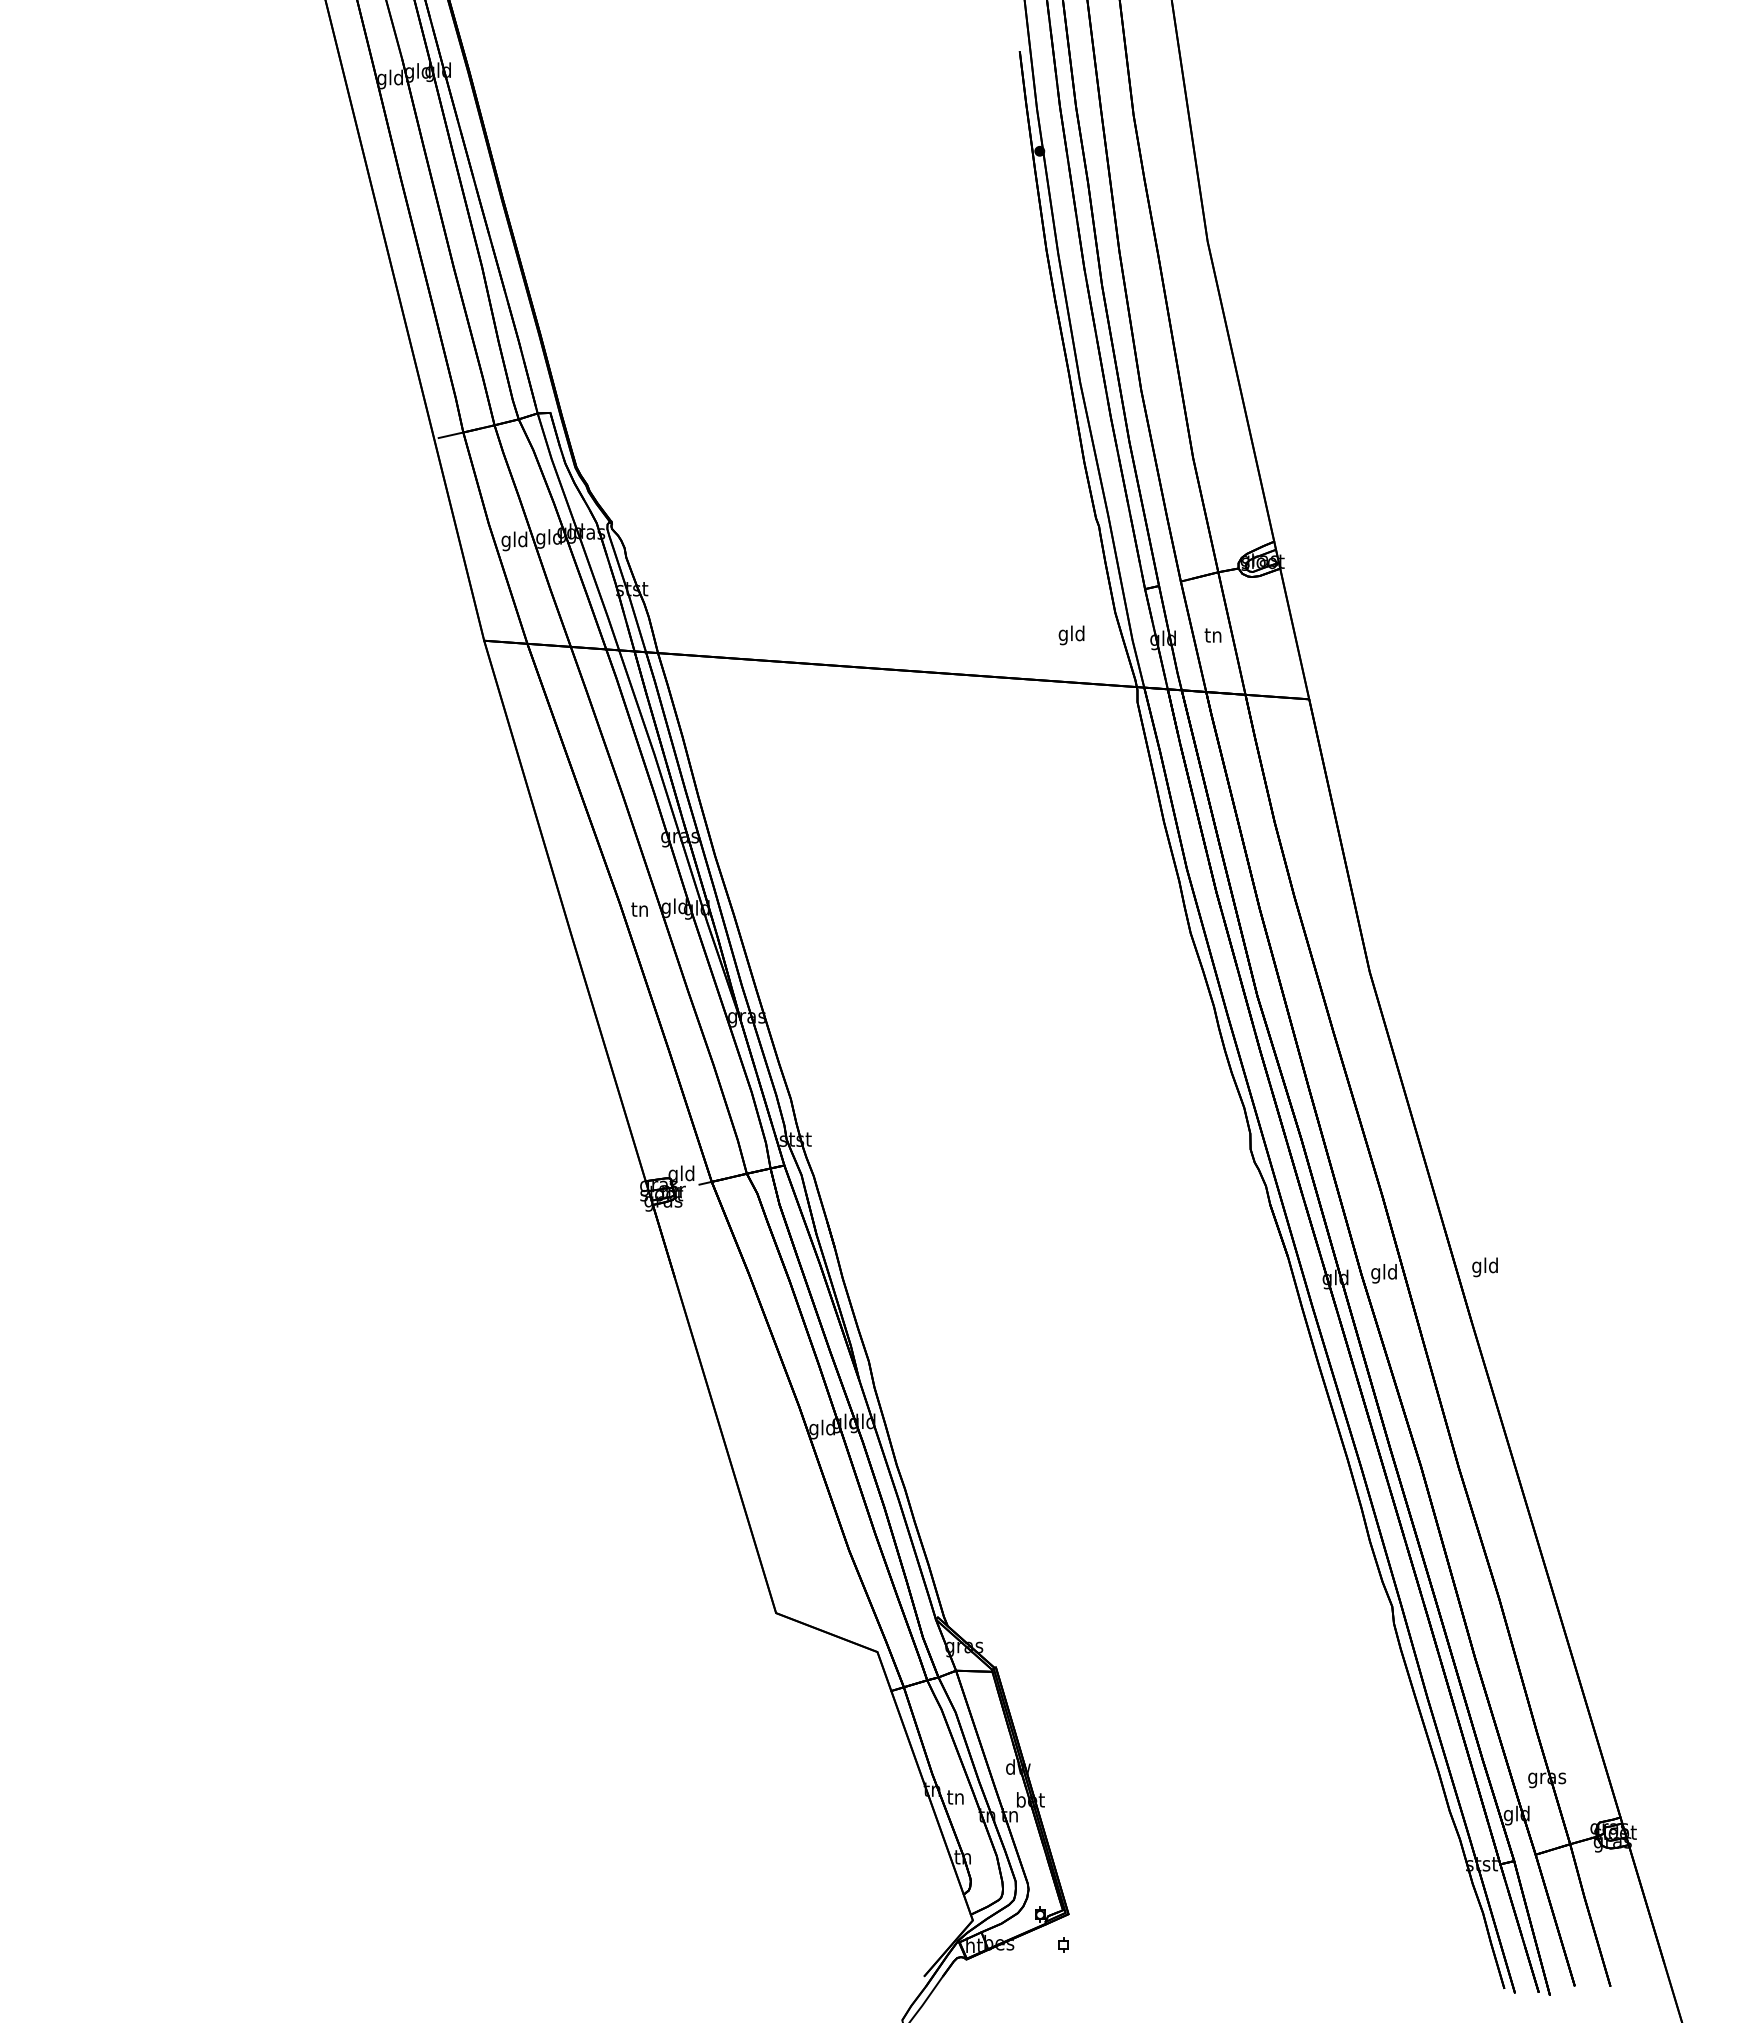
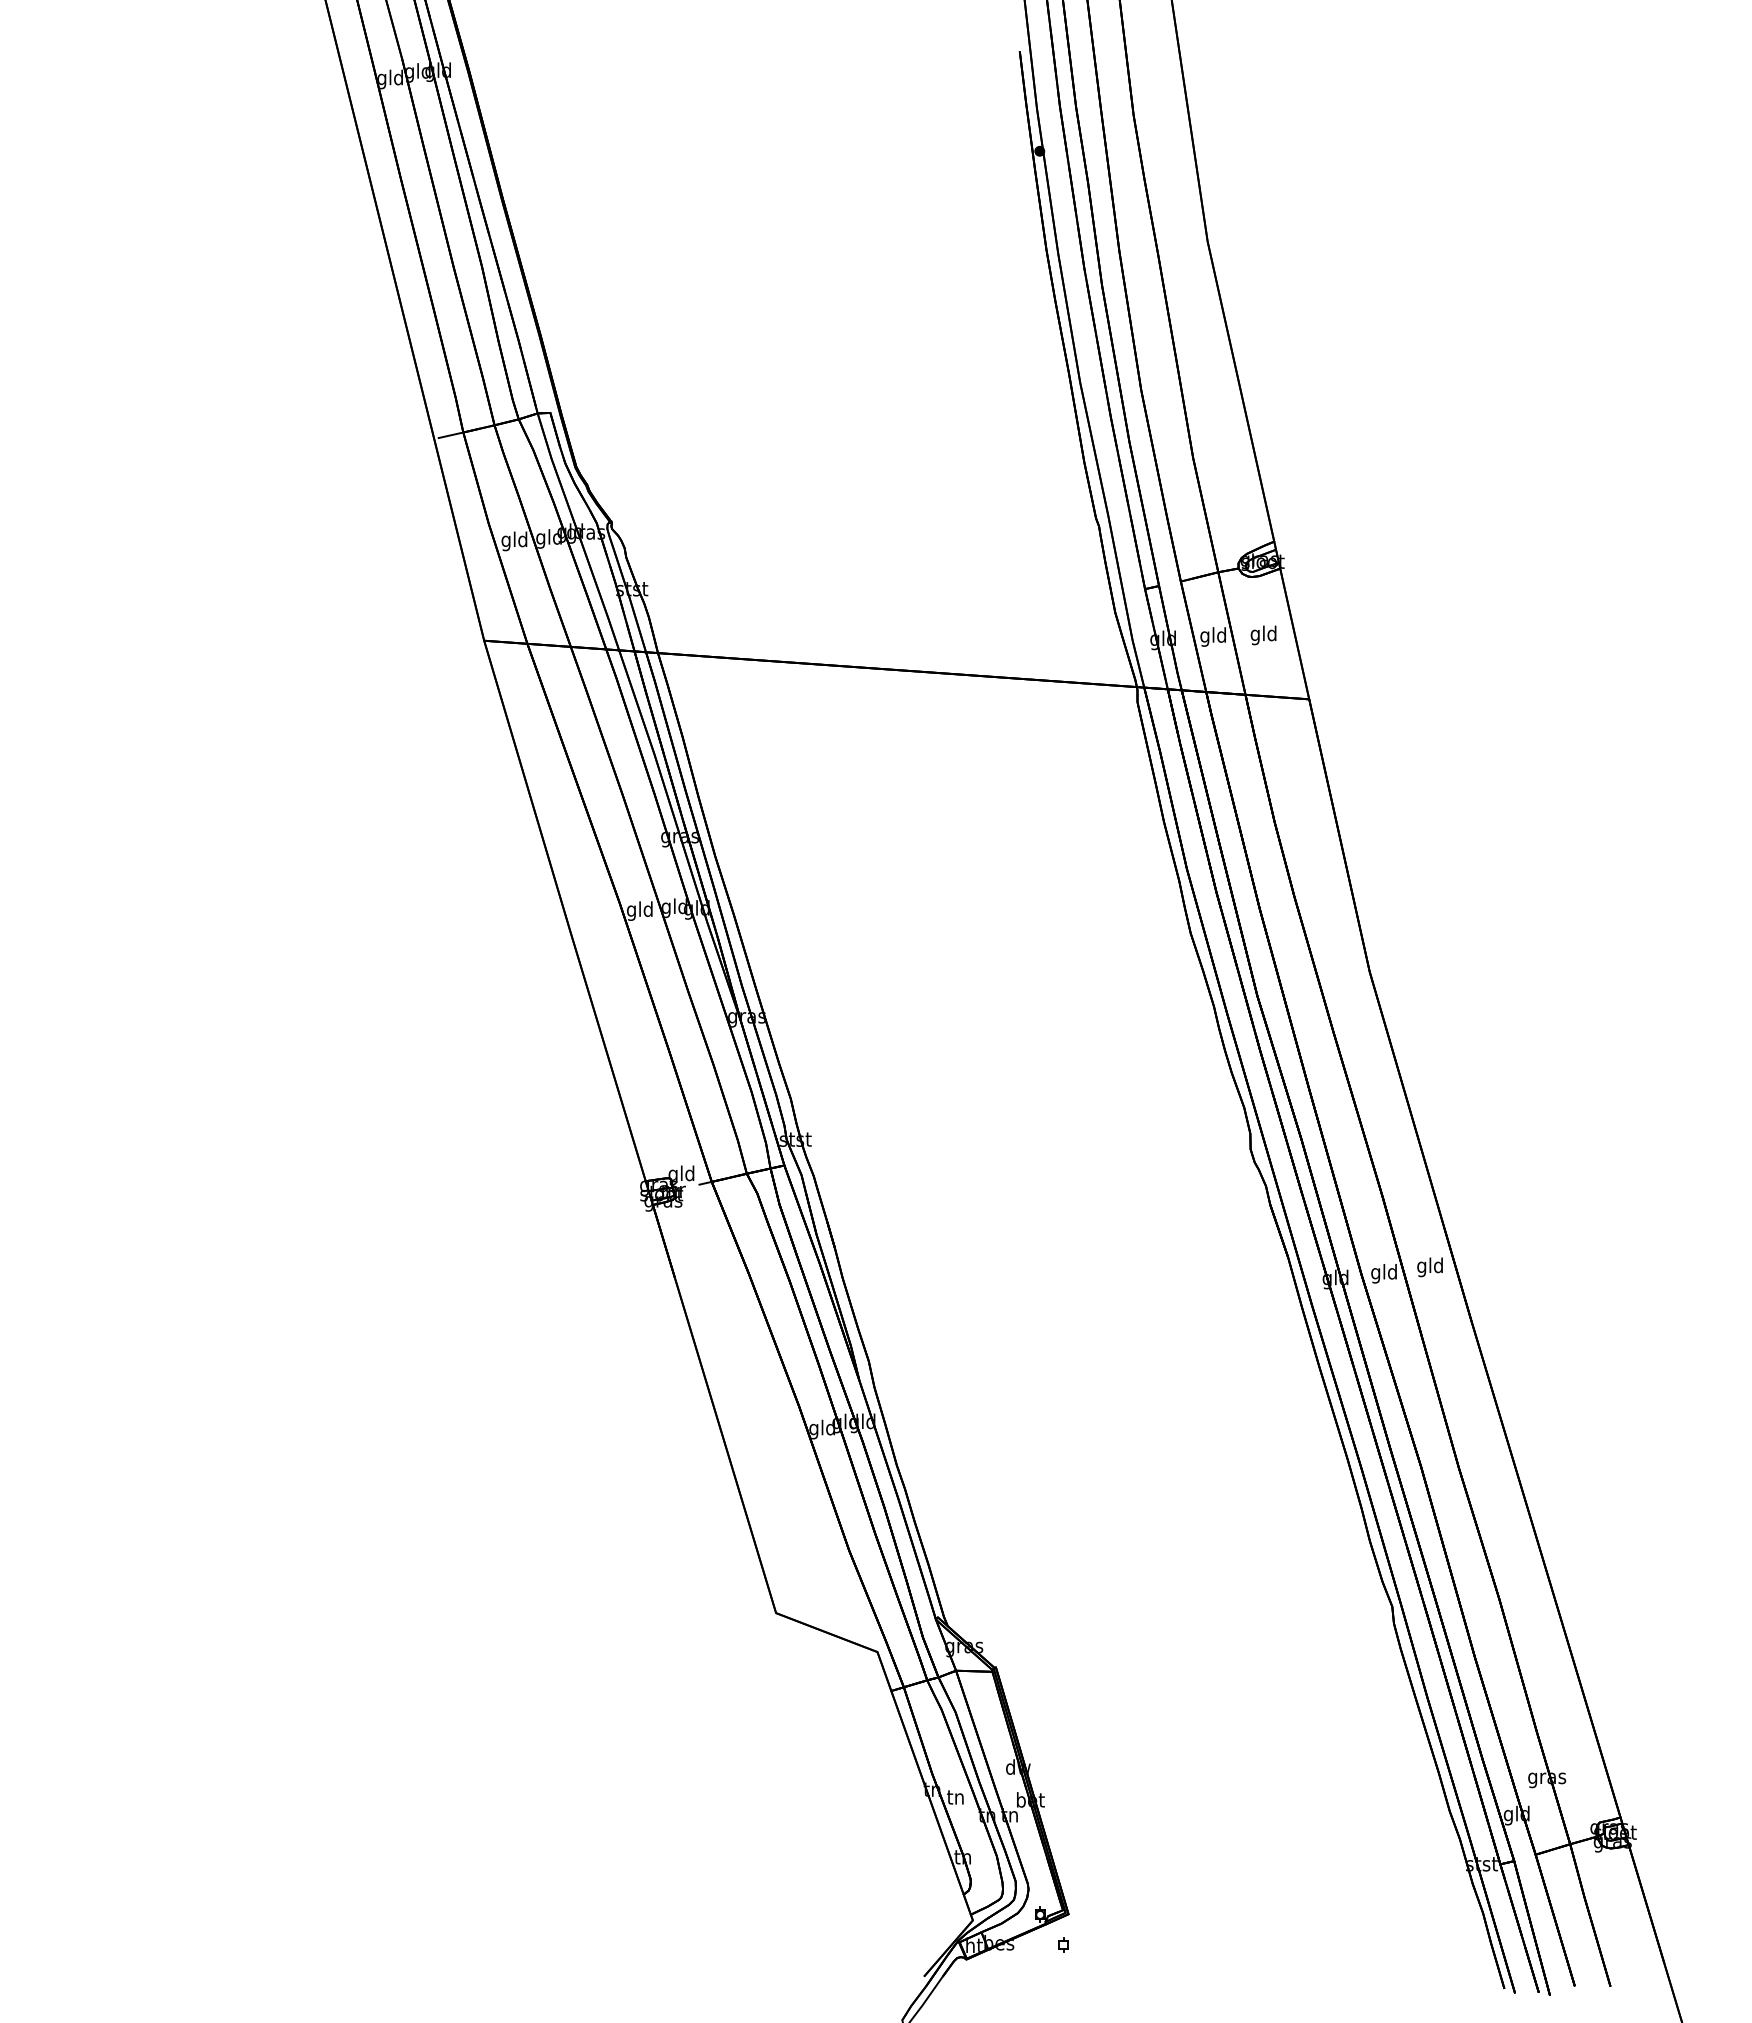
text at (1071, 635) position: (1071, 635) -> (1263, 635)
text at (1212, 636): tn -> gld
text at (639, 910): tn -> gld
text at (1484, 1267) position: (1484, 1267) -> (1429, 1267)
